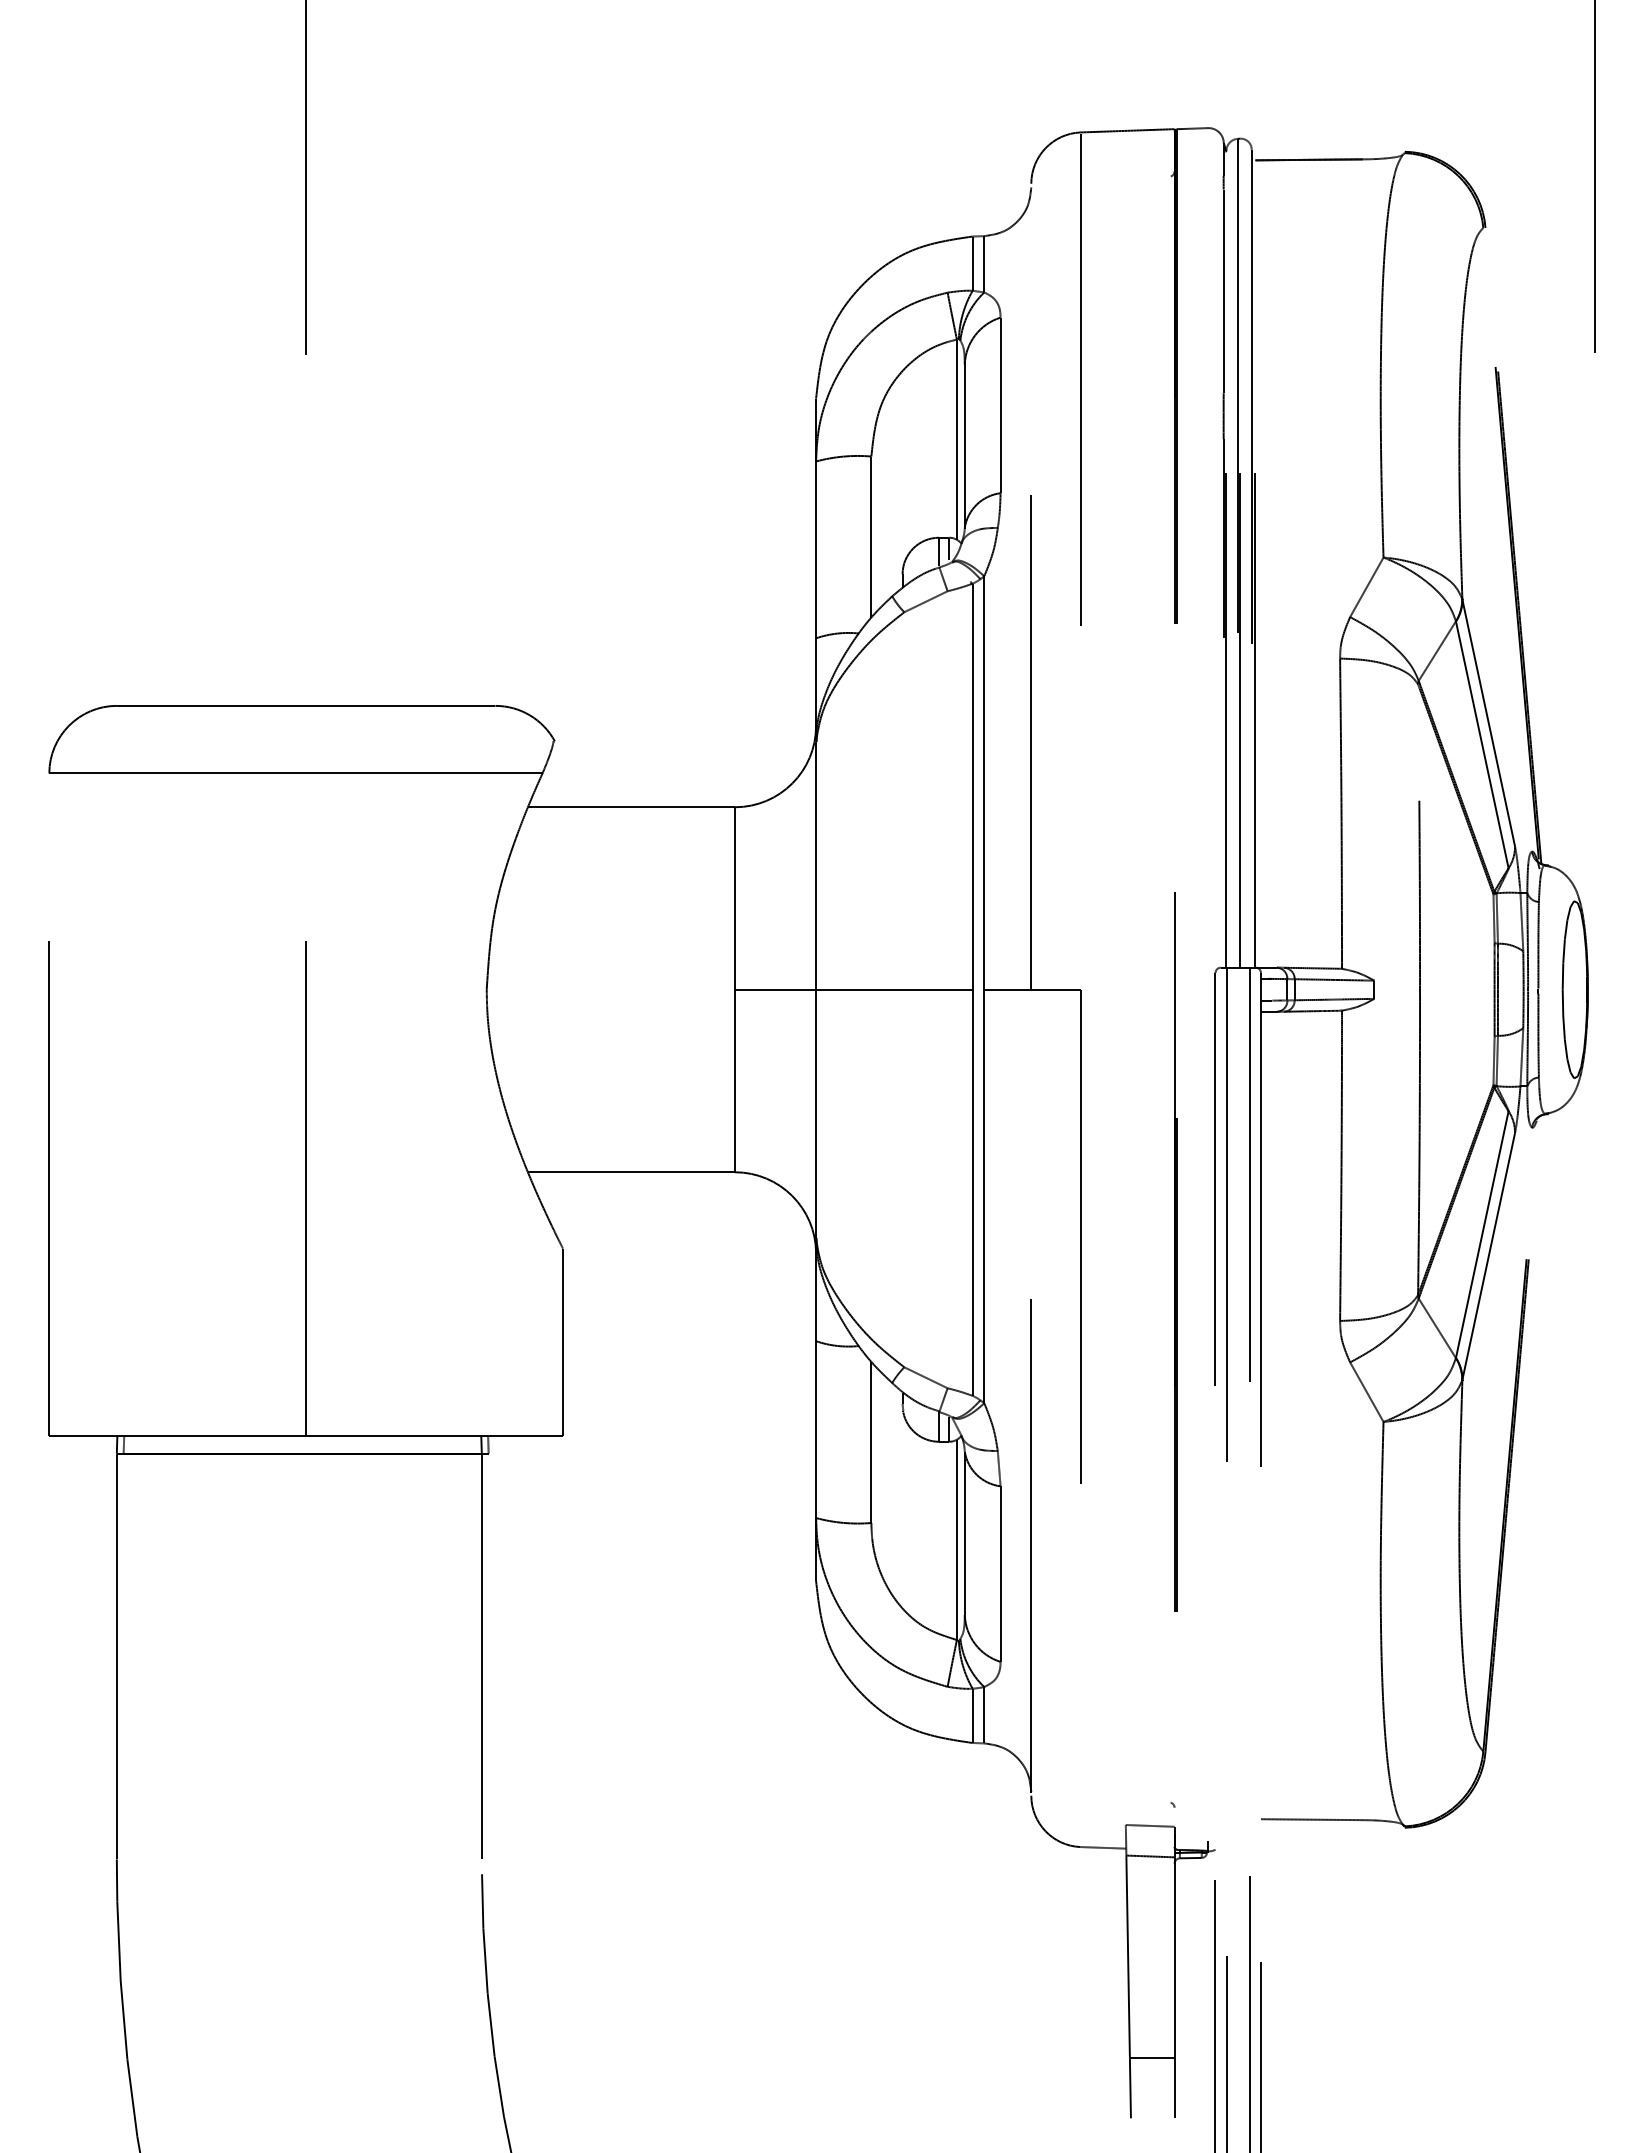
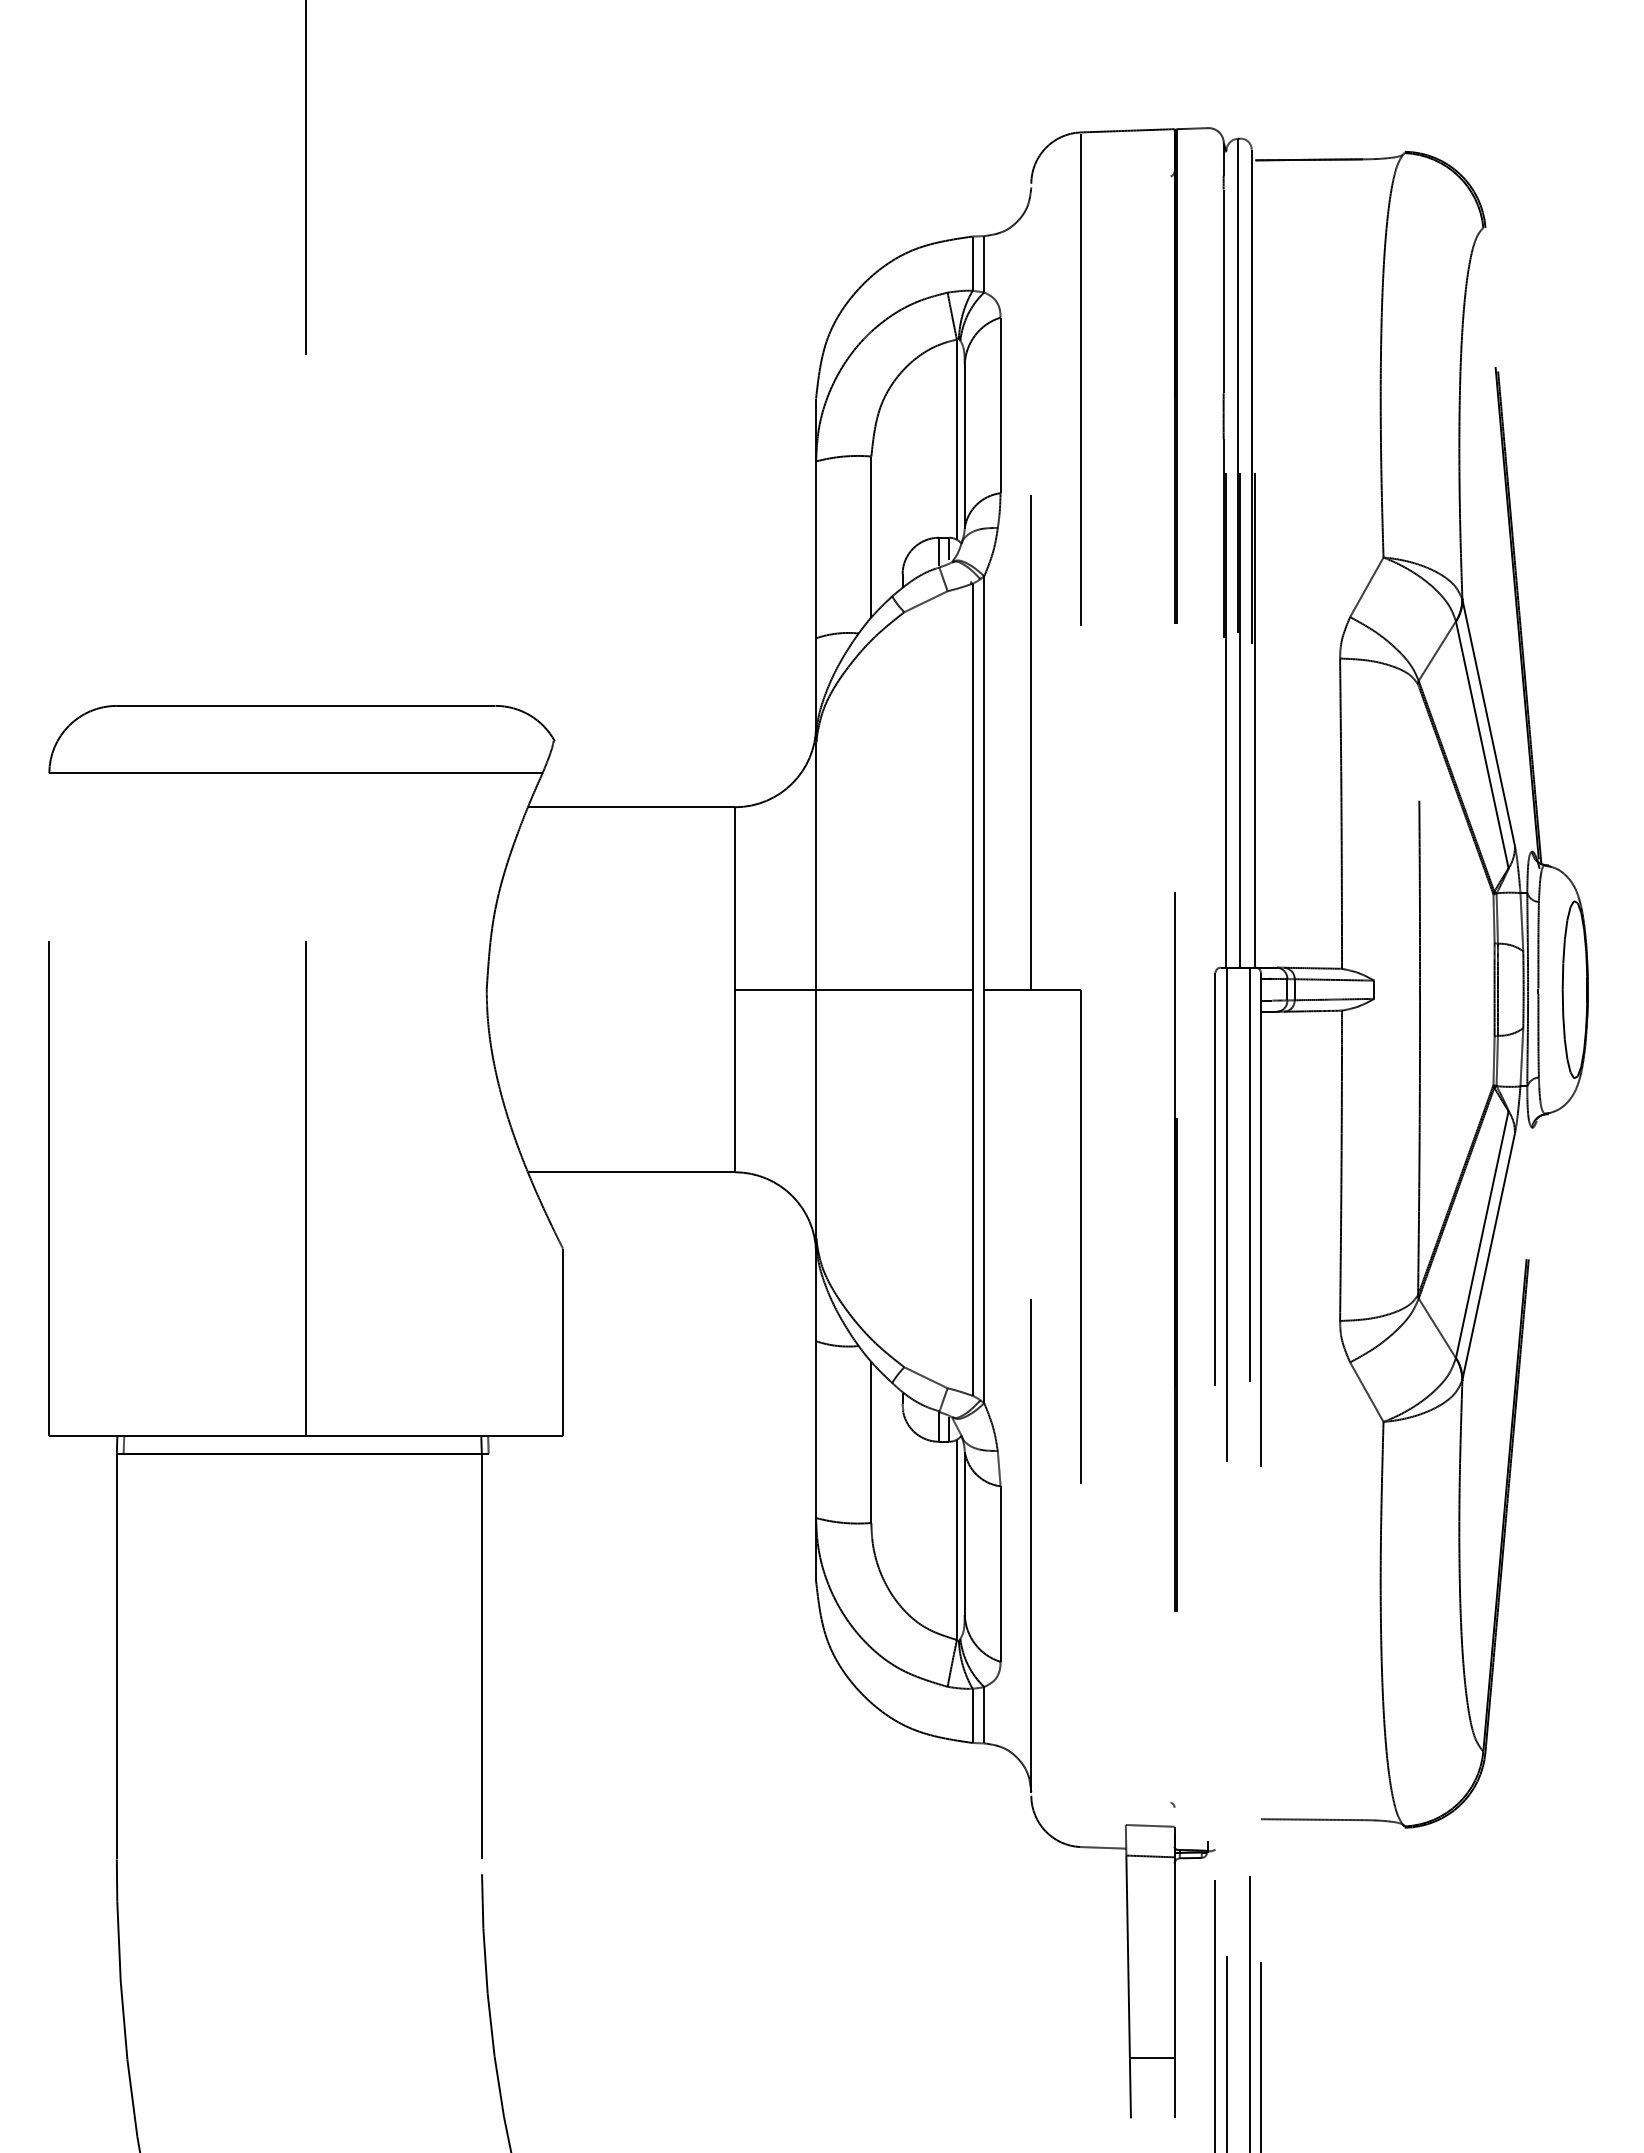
line at (1594, 176): present -> none
